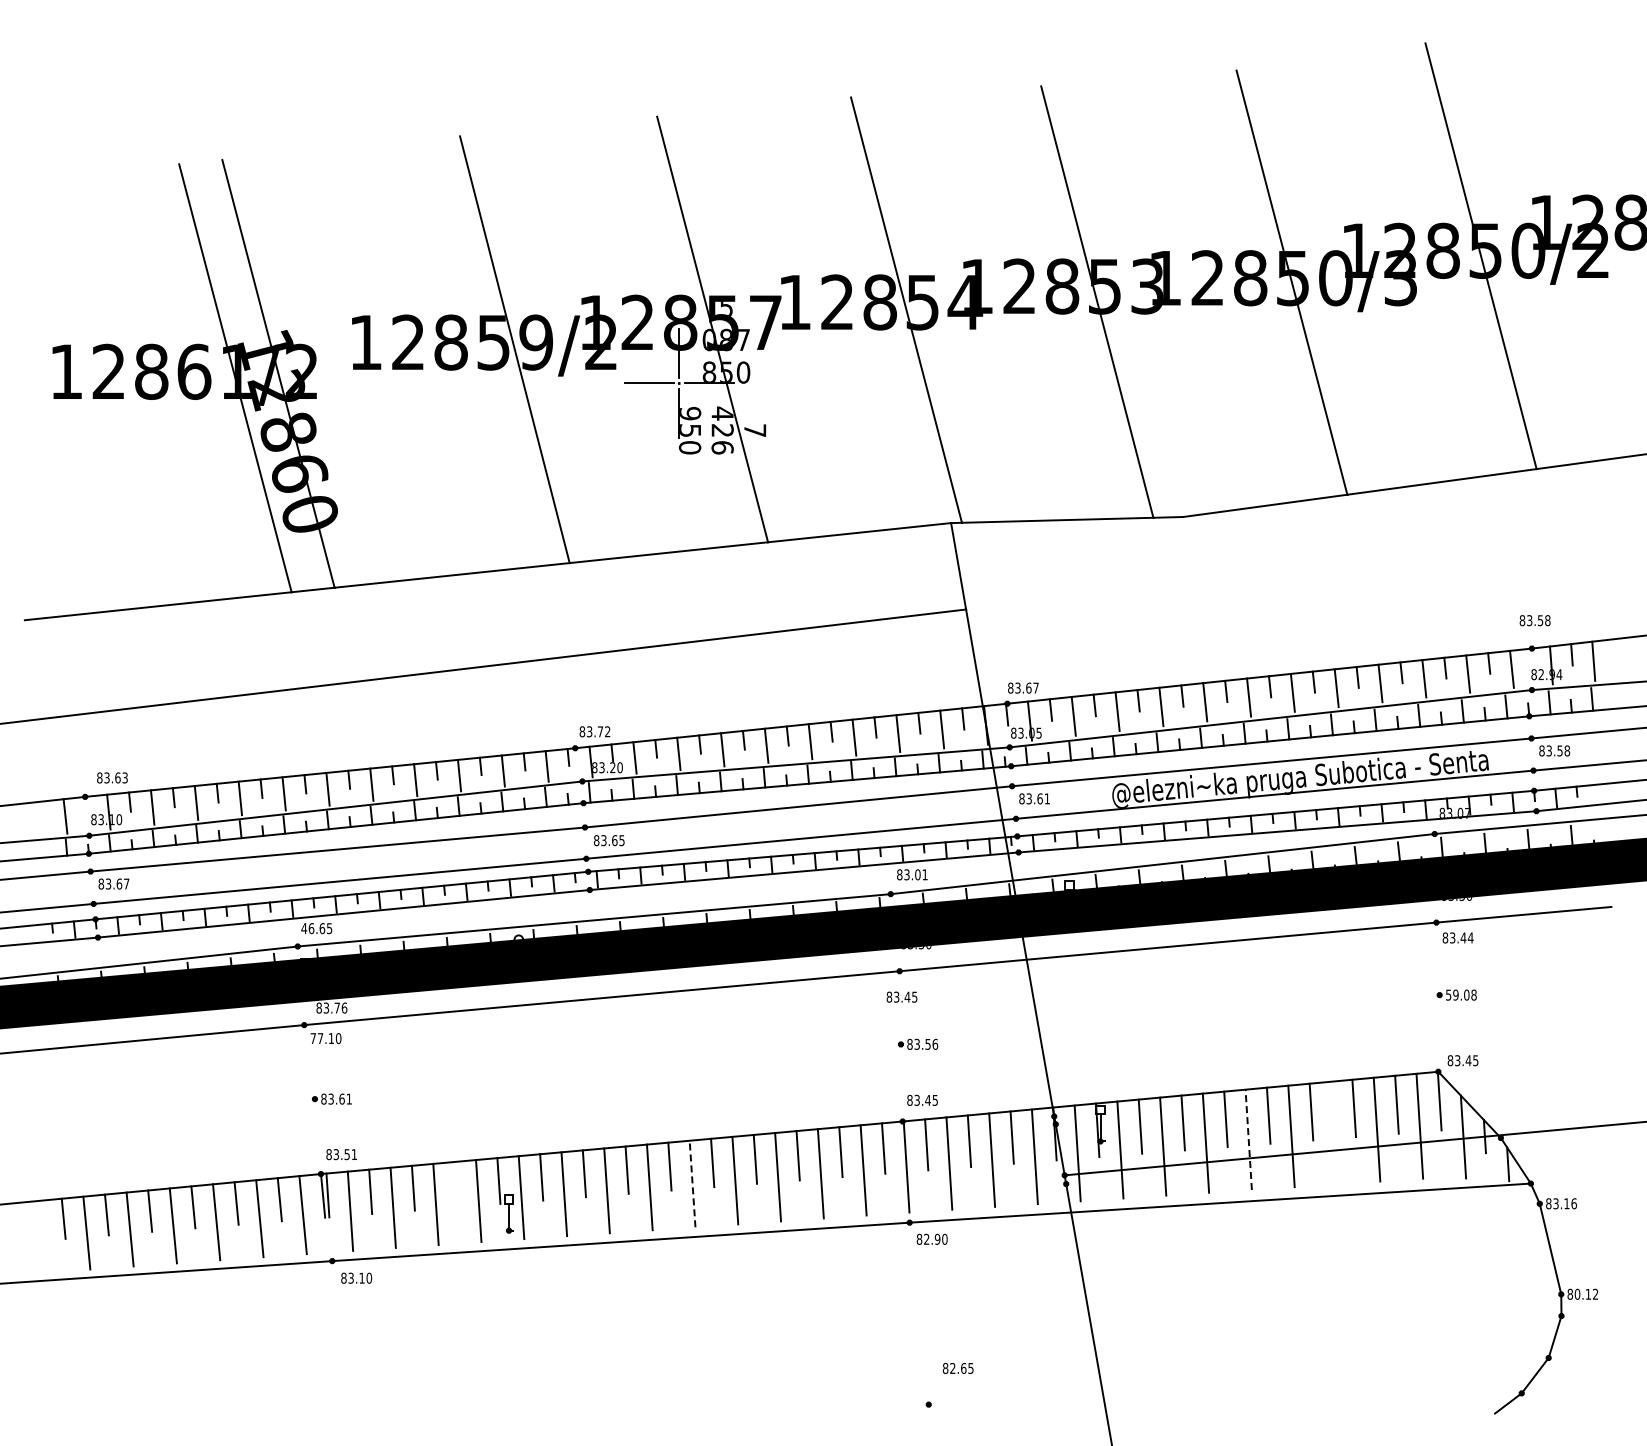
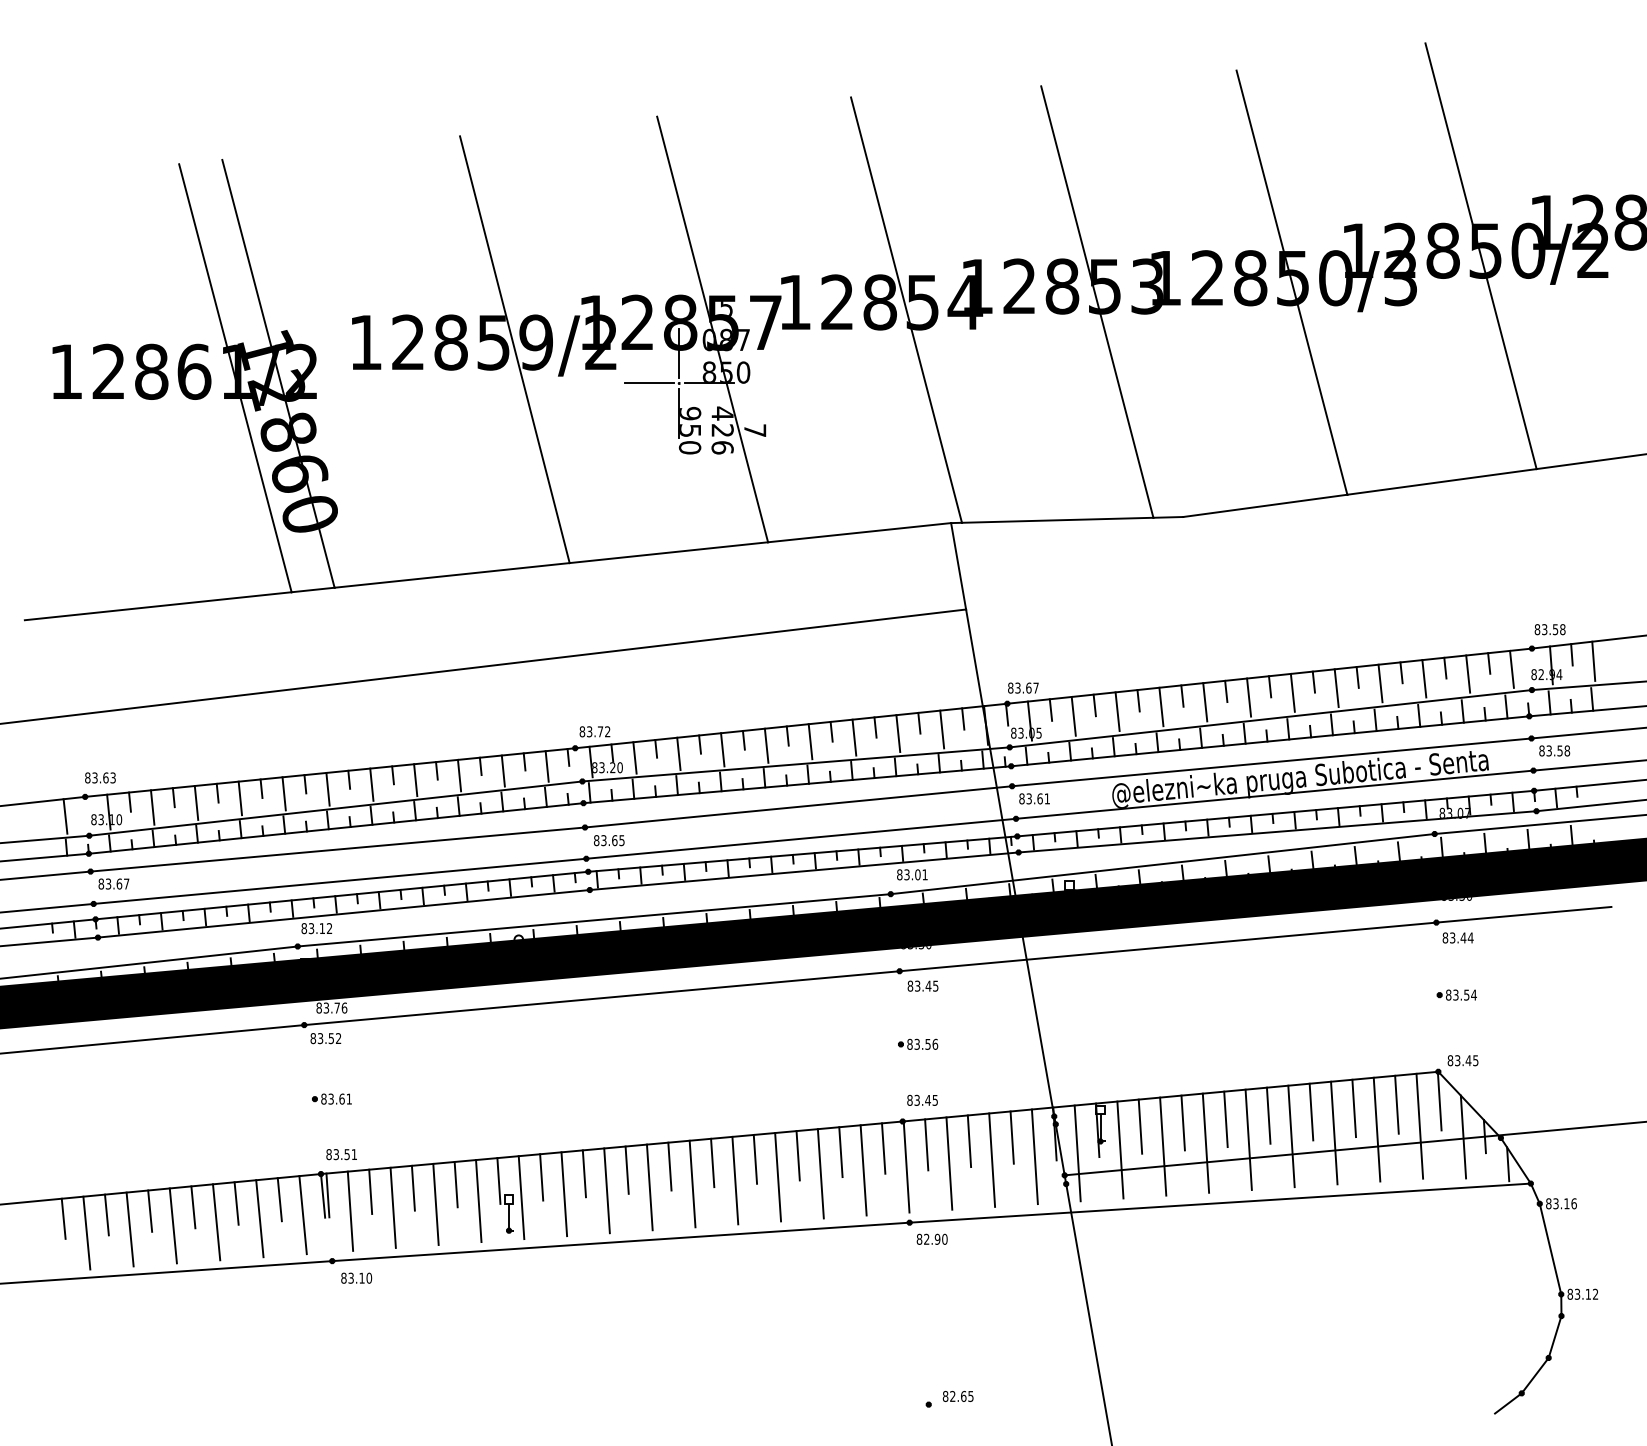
text at (1534, 620) position: (1534, 620) -> (1549, 629)
text at (112, 777) position: (112, 777) -> (100, 777)
text at (316, 928): 46.65 -> 83.12
text at (1461, 994): 59.08 -> 83.54
text at (901, 996) position: (901, 996) -> (922, 985)
text at (325, 1038): 77.10 -> 83.52
line at (1334, 1132): none -> present
line at (1248, 1139): dashed -> solid
line at (692, 1183): dashed -> solid
line at (455, 1184): none -> present
text at (1577, 1293): 80.12 -> 83.12
text at (957, 1368) position: (957, 1368) -> (957, 1396)
